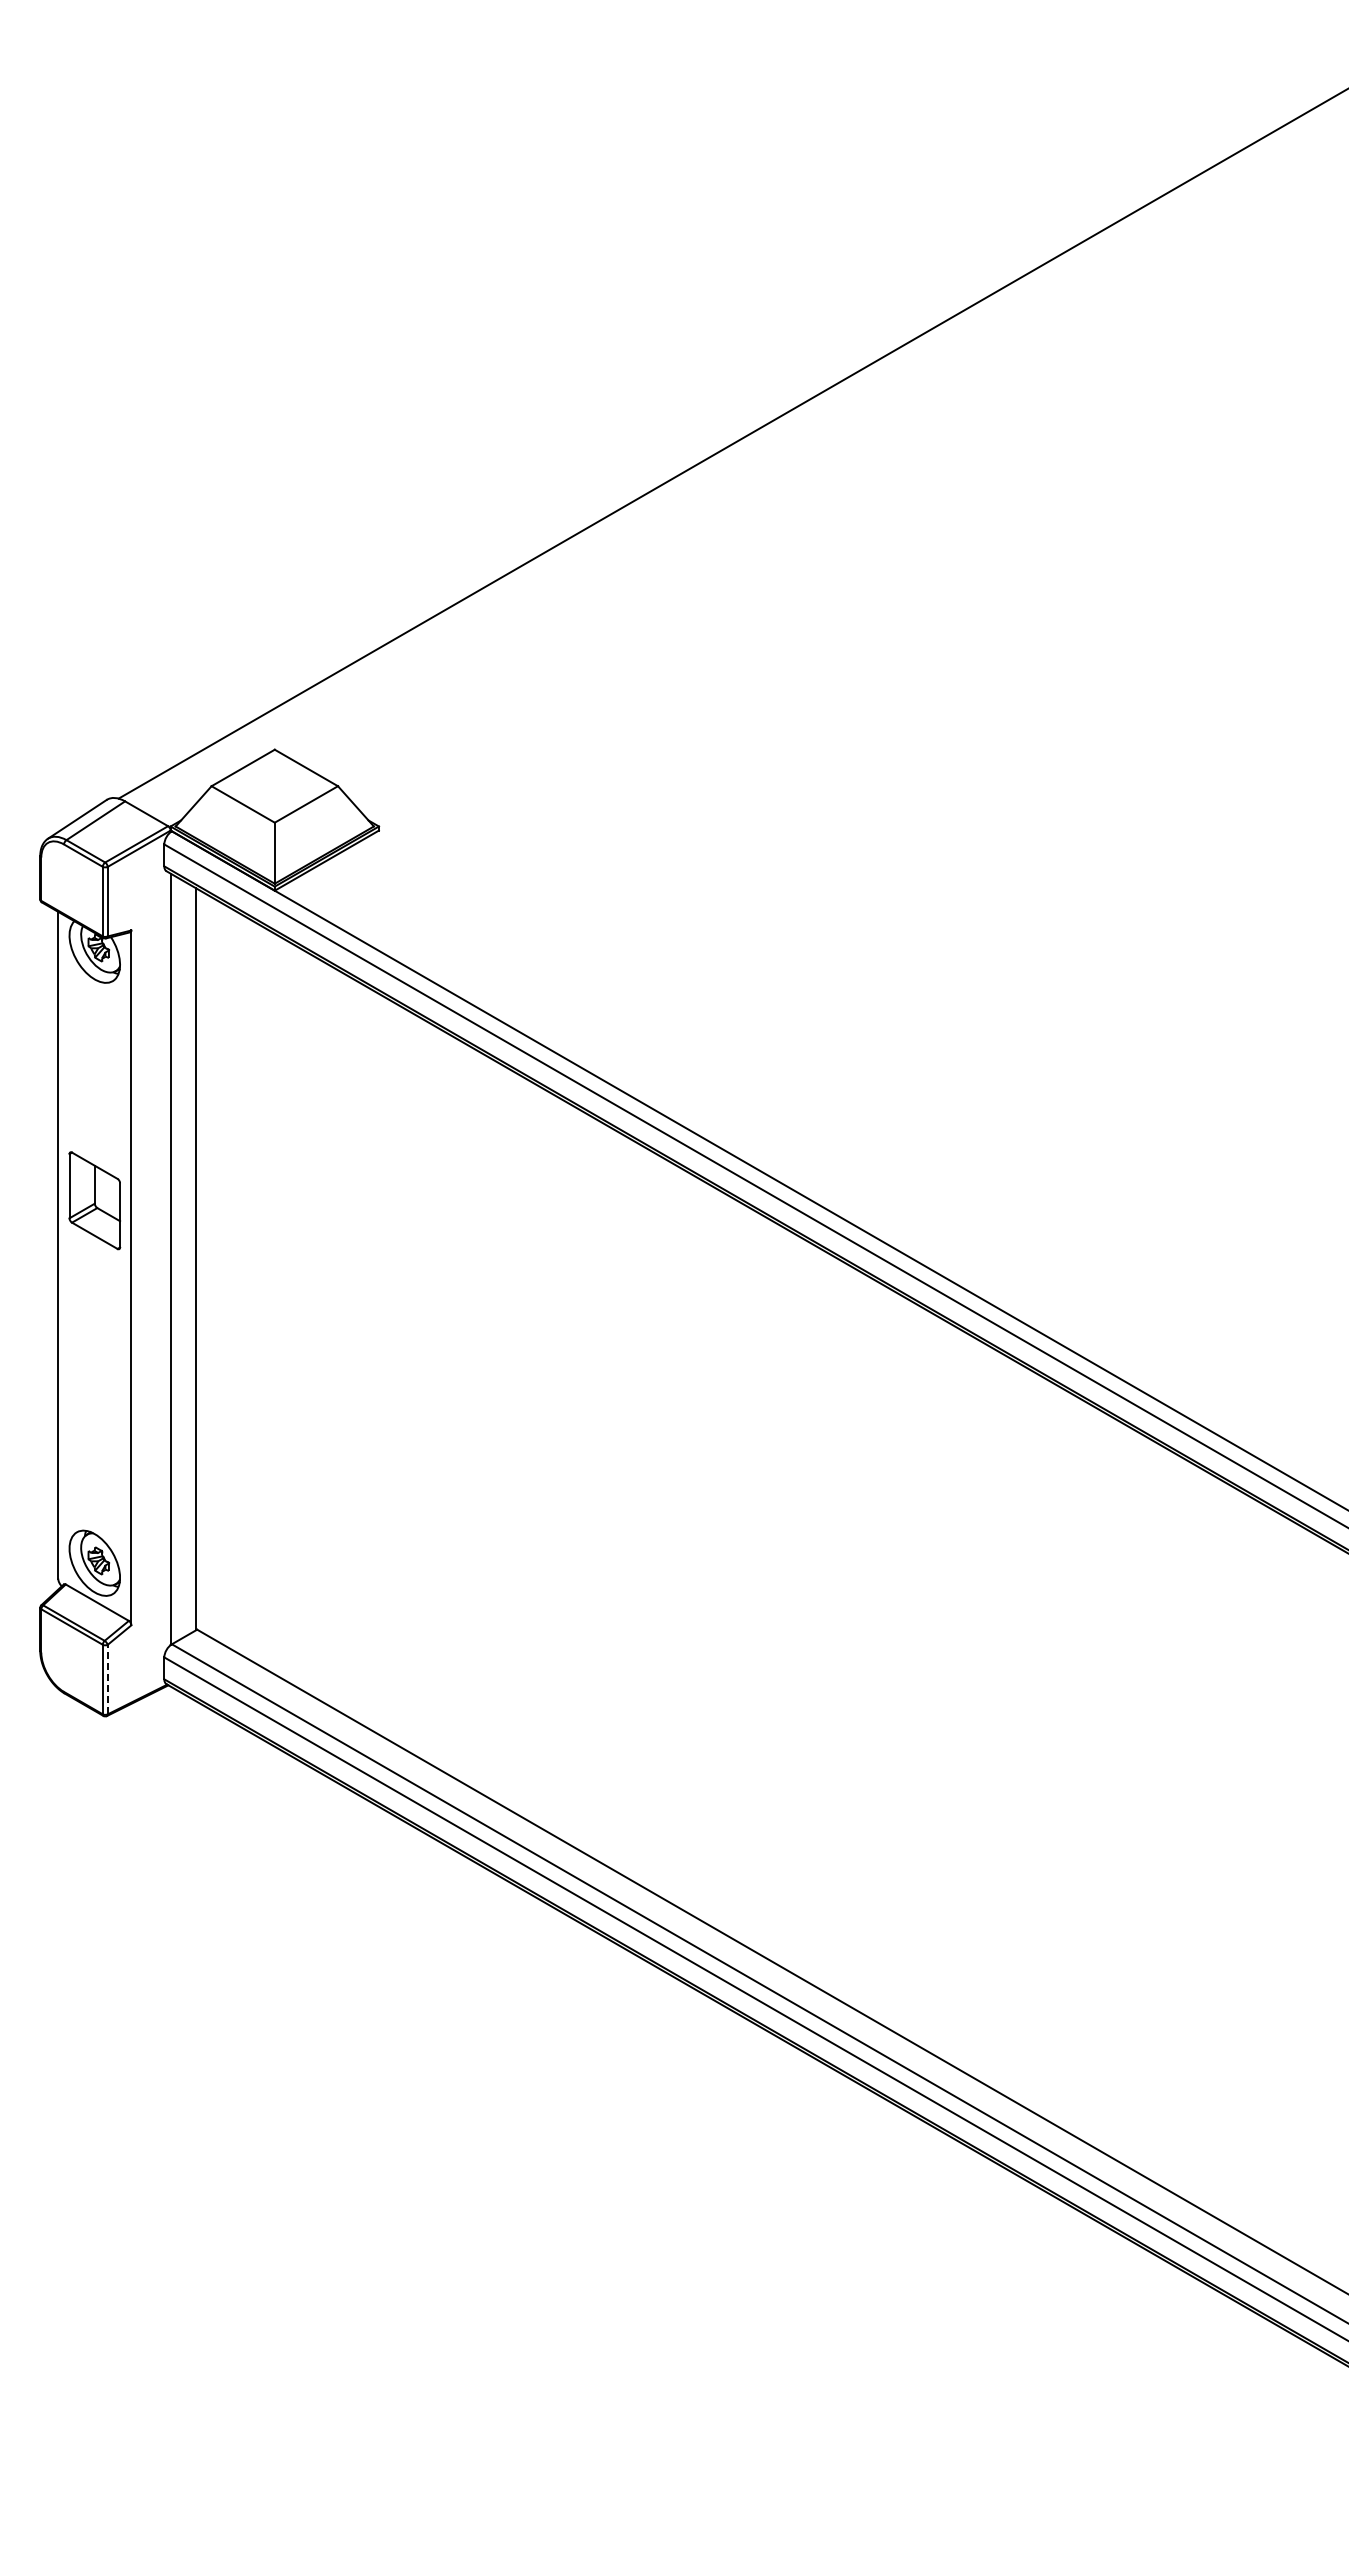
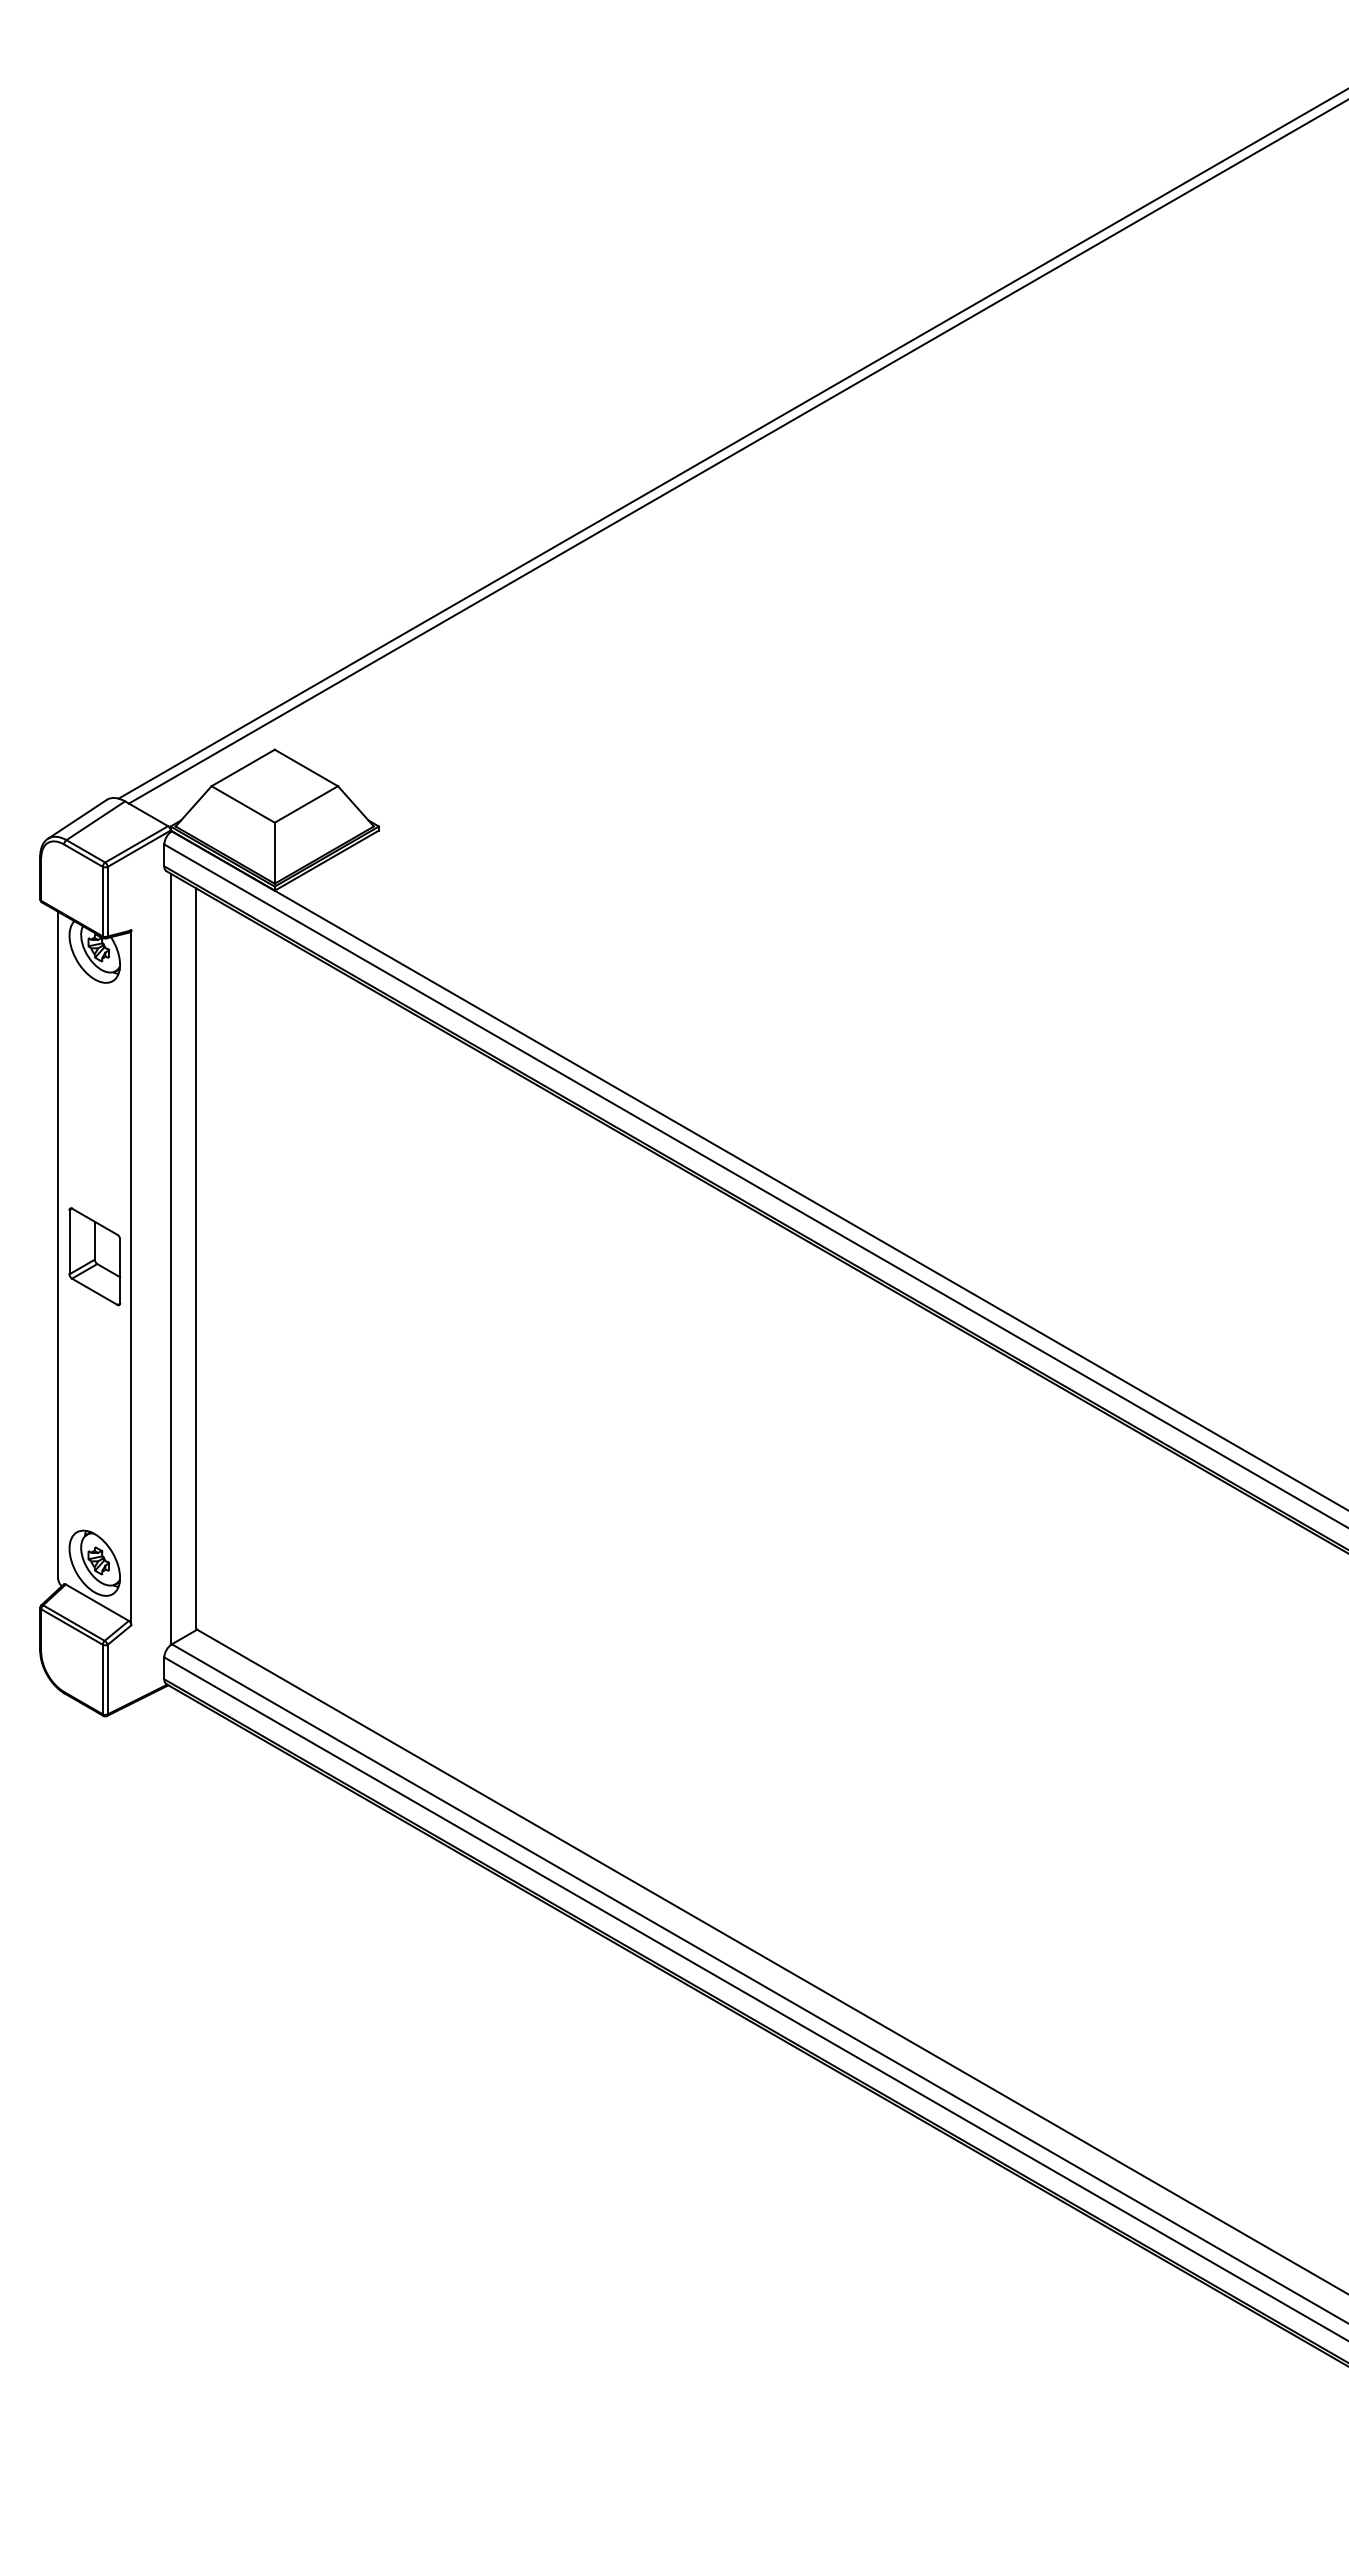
line at (736, 451): none -> present
part at (94, 1200) position: (94, 1200) -> (94, 1256)
line at (107, 1679): dashed -> solid
